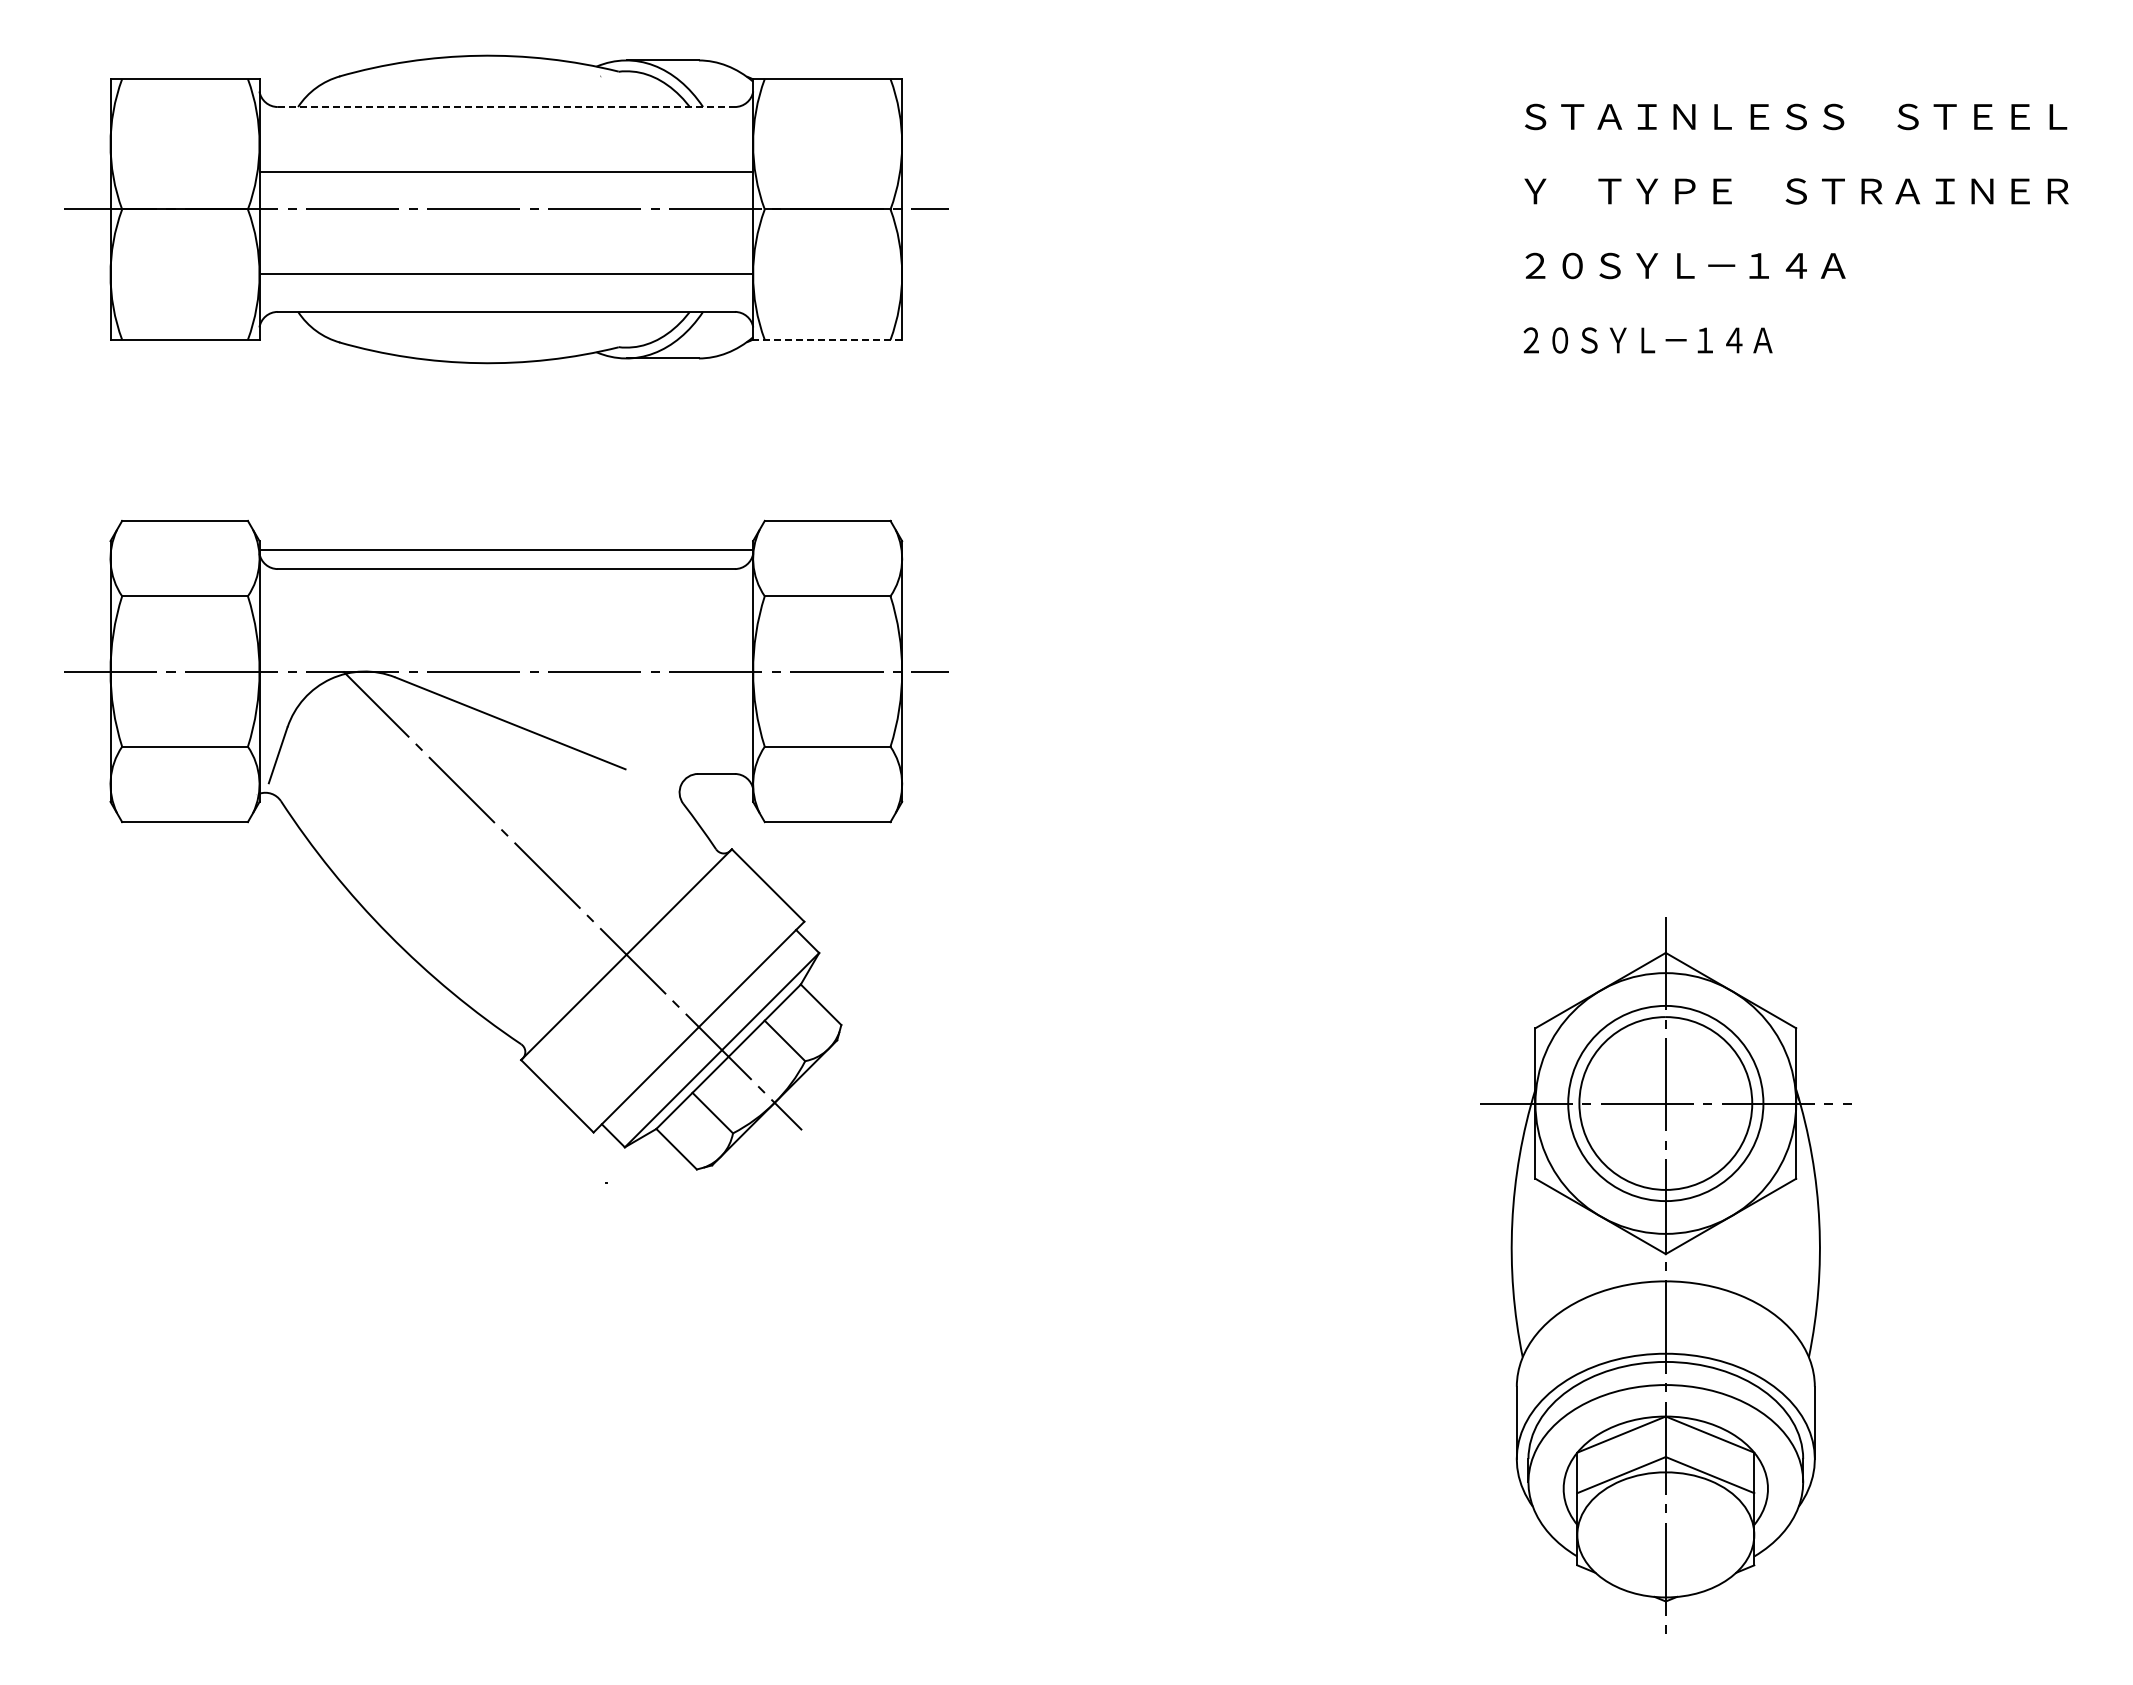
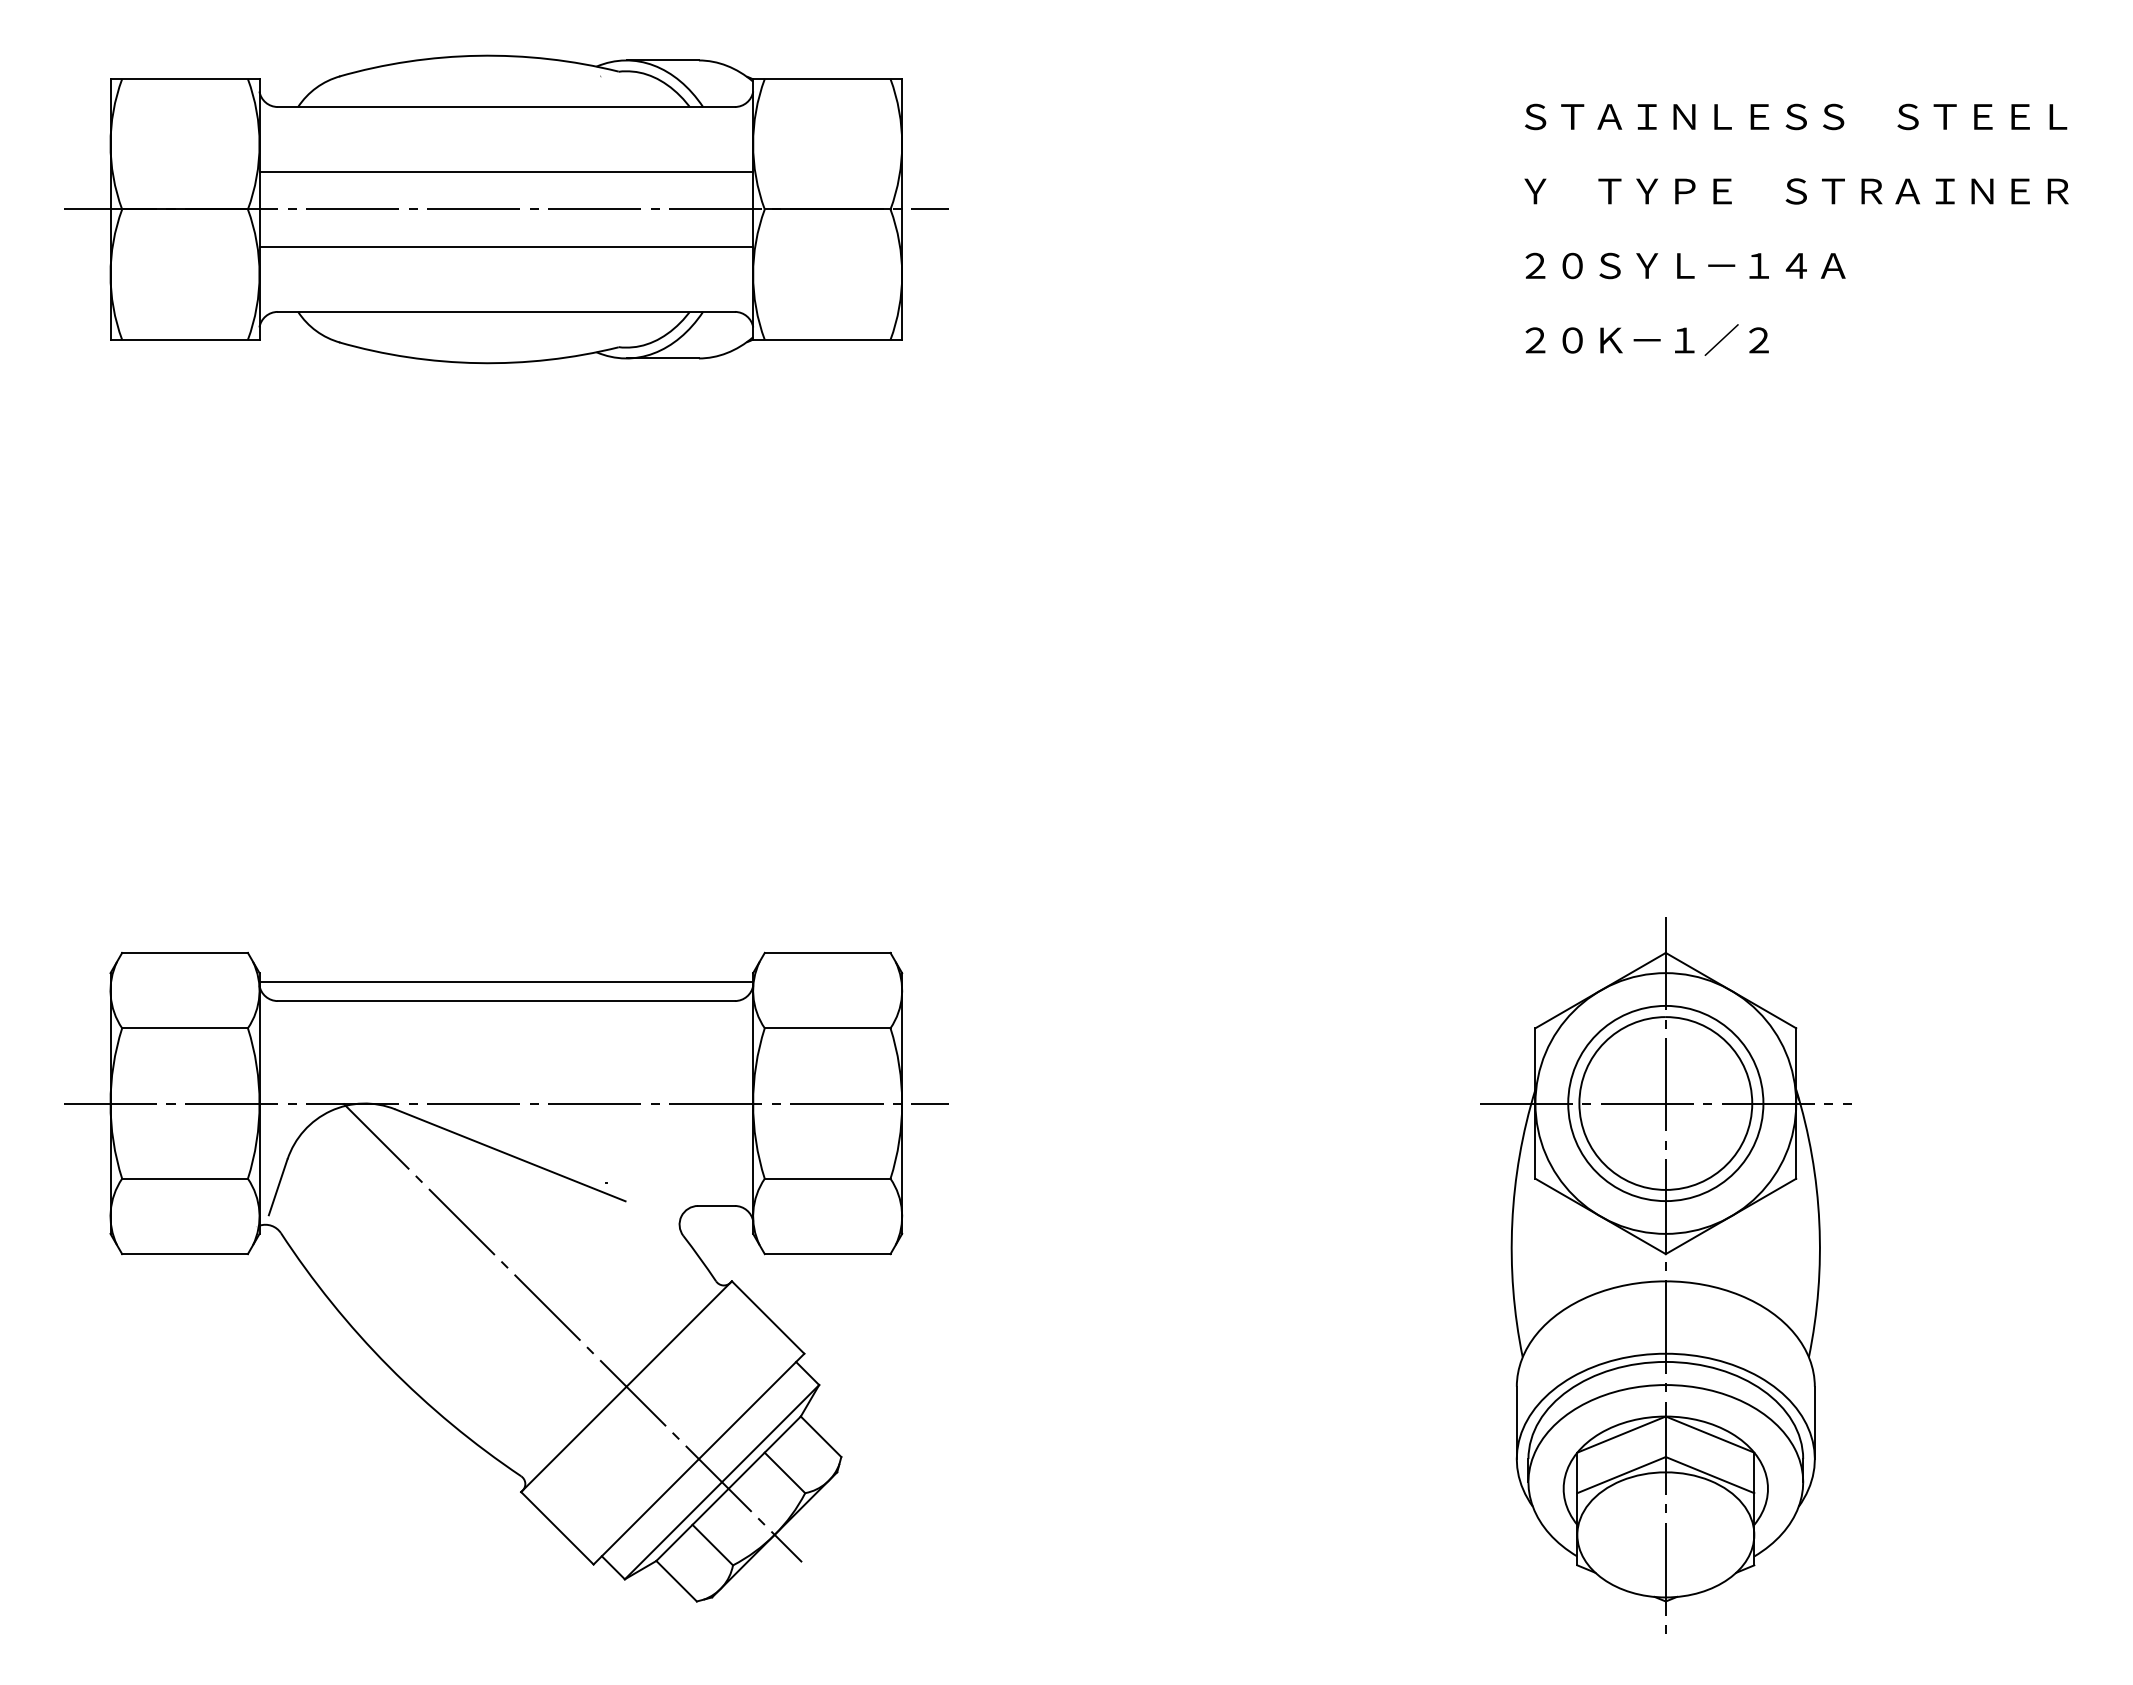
line at (507, 107): dashed -> solid
line at (506, 273) position: (506, 273) -> (506, 246)
line at (827, 339): dashed -> solid
text at (1647, 339): ２０ＳＹＬ－１４Ａ -> ２０Ｋ－１／２
part at (506, 844) position: (506, 844) -> (506, 1276)
